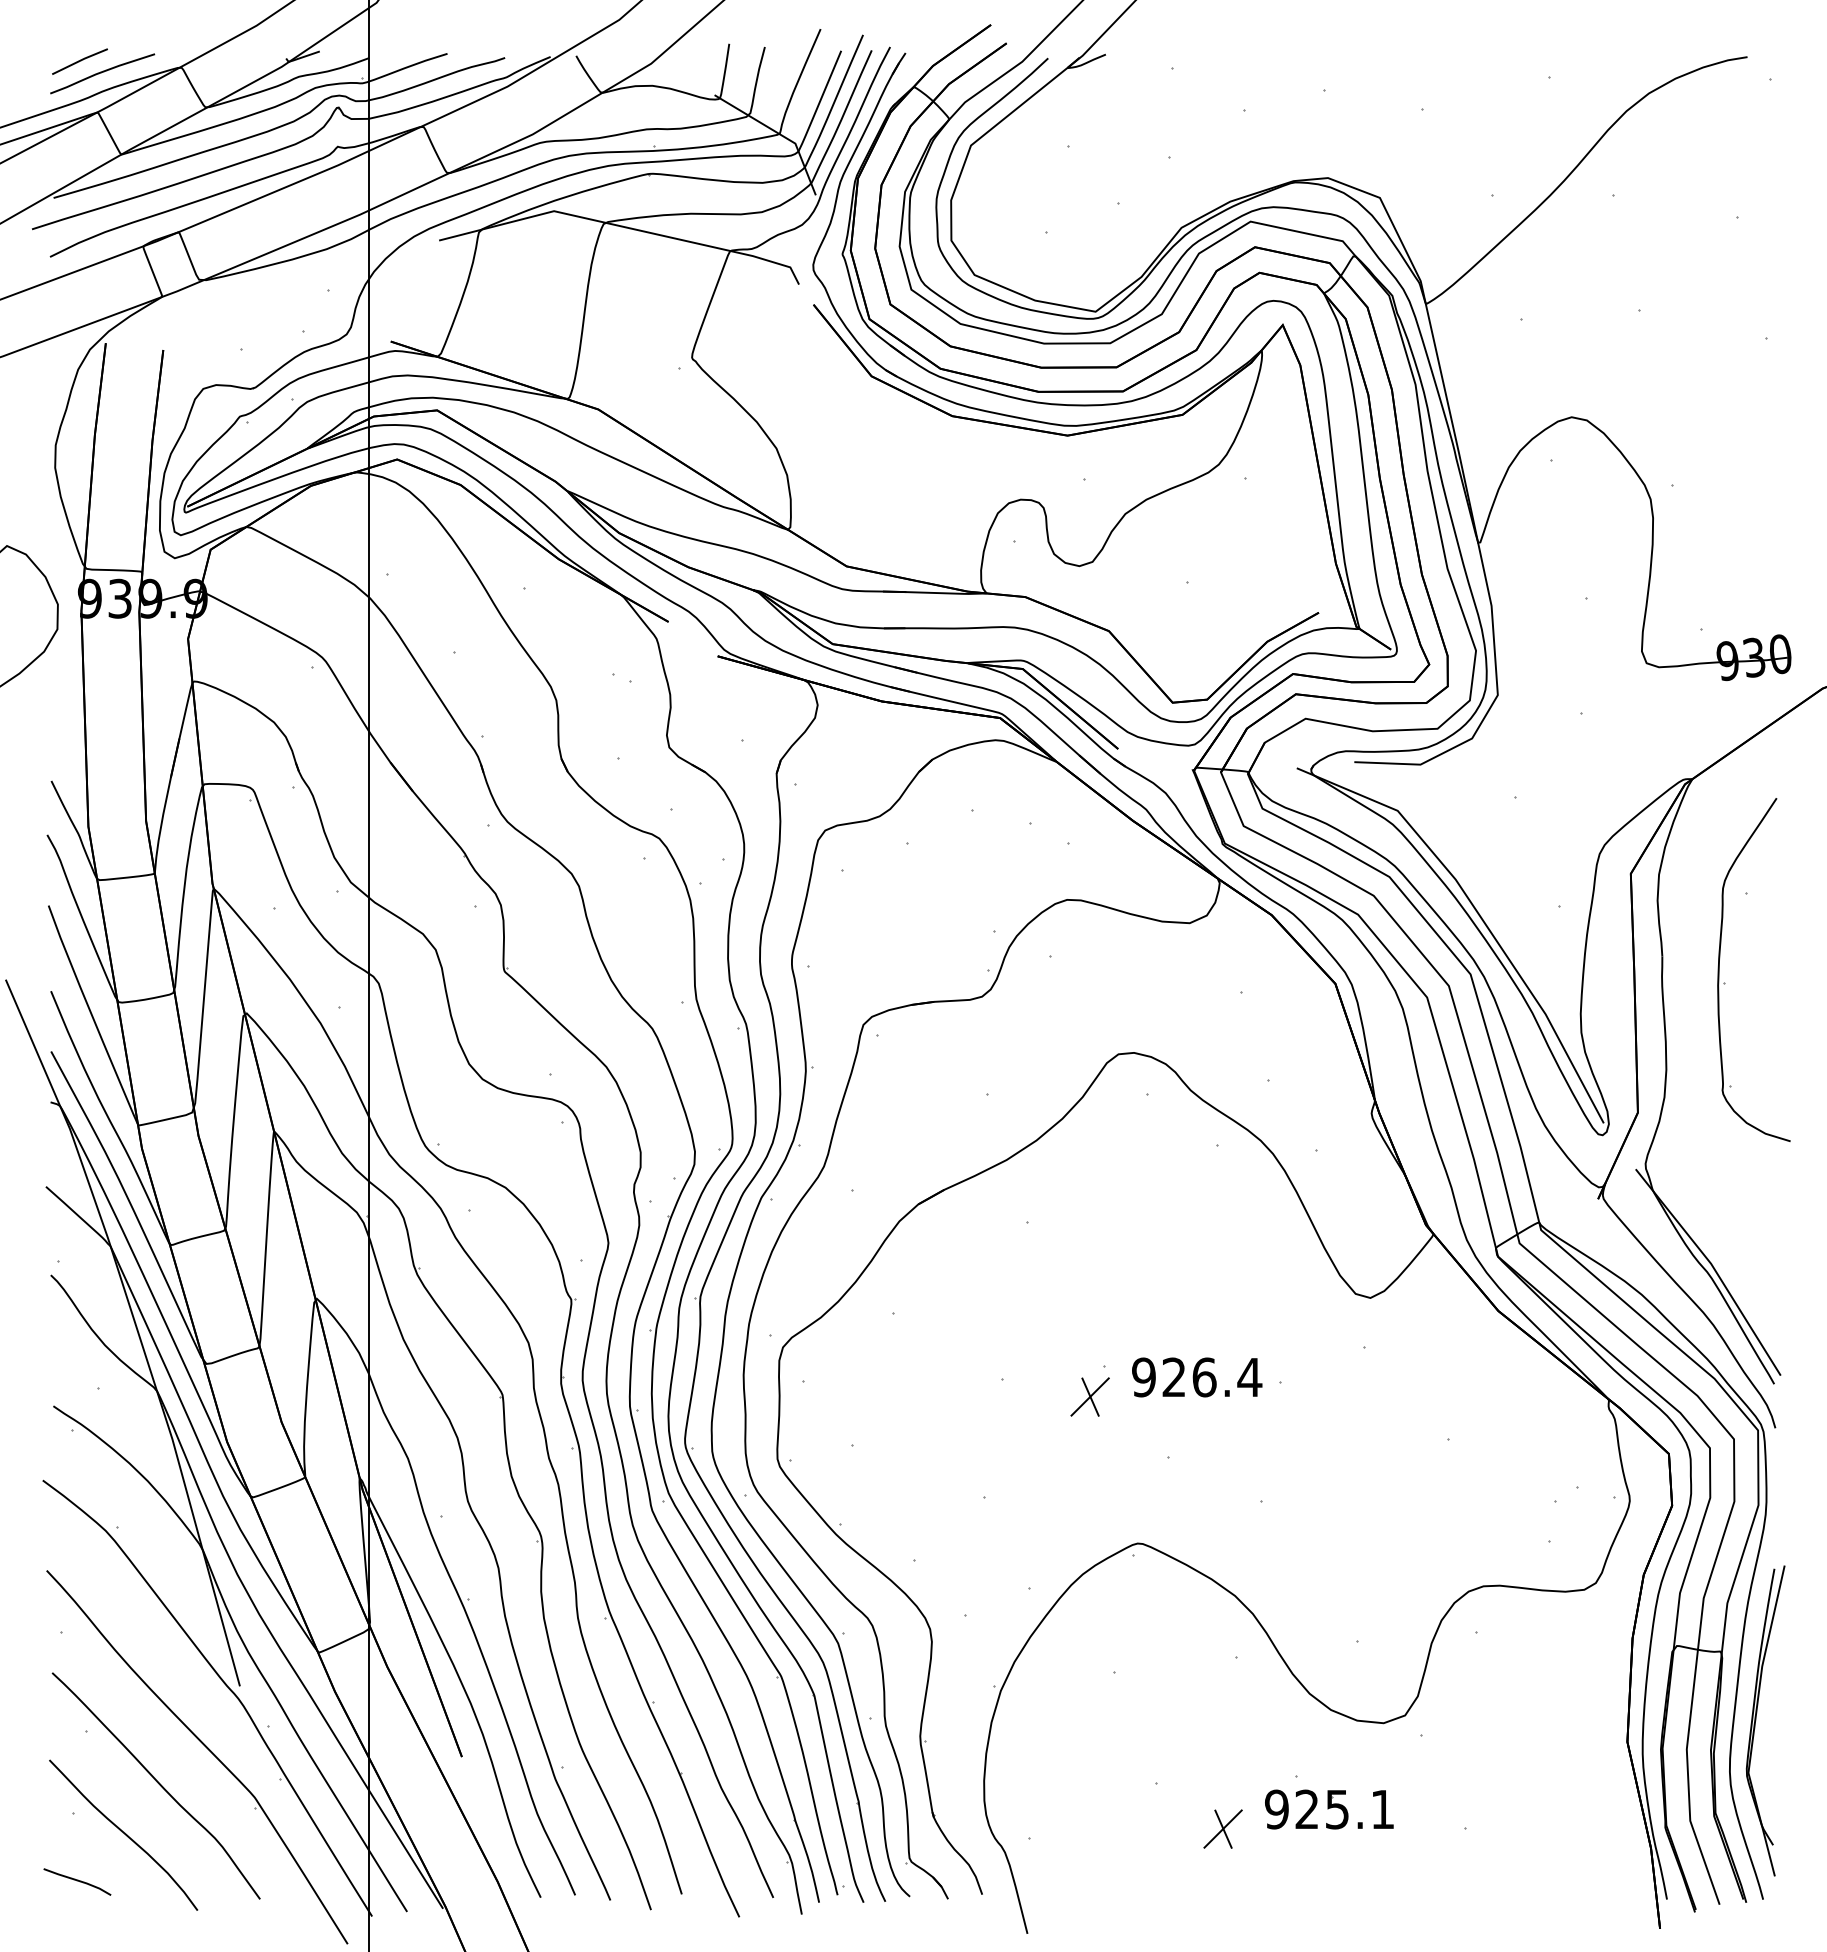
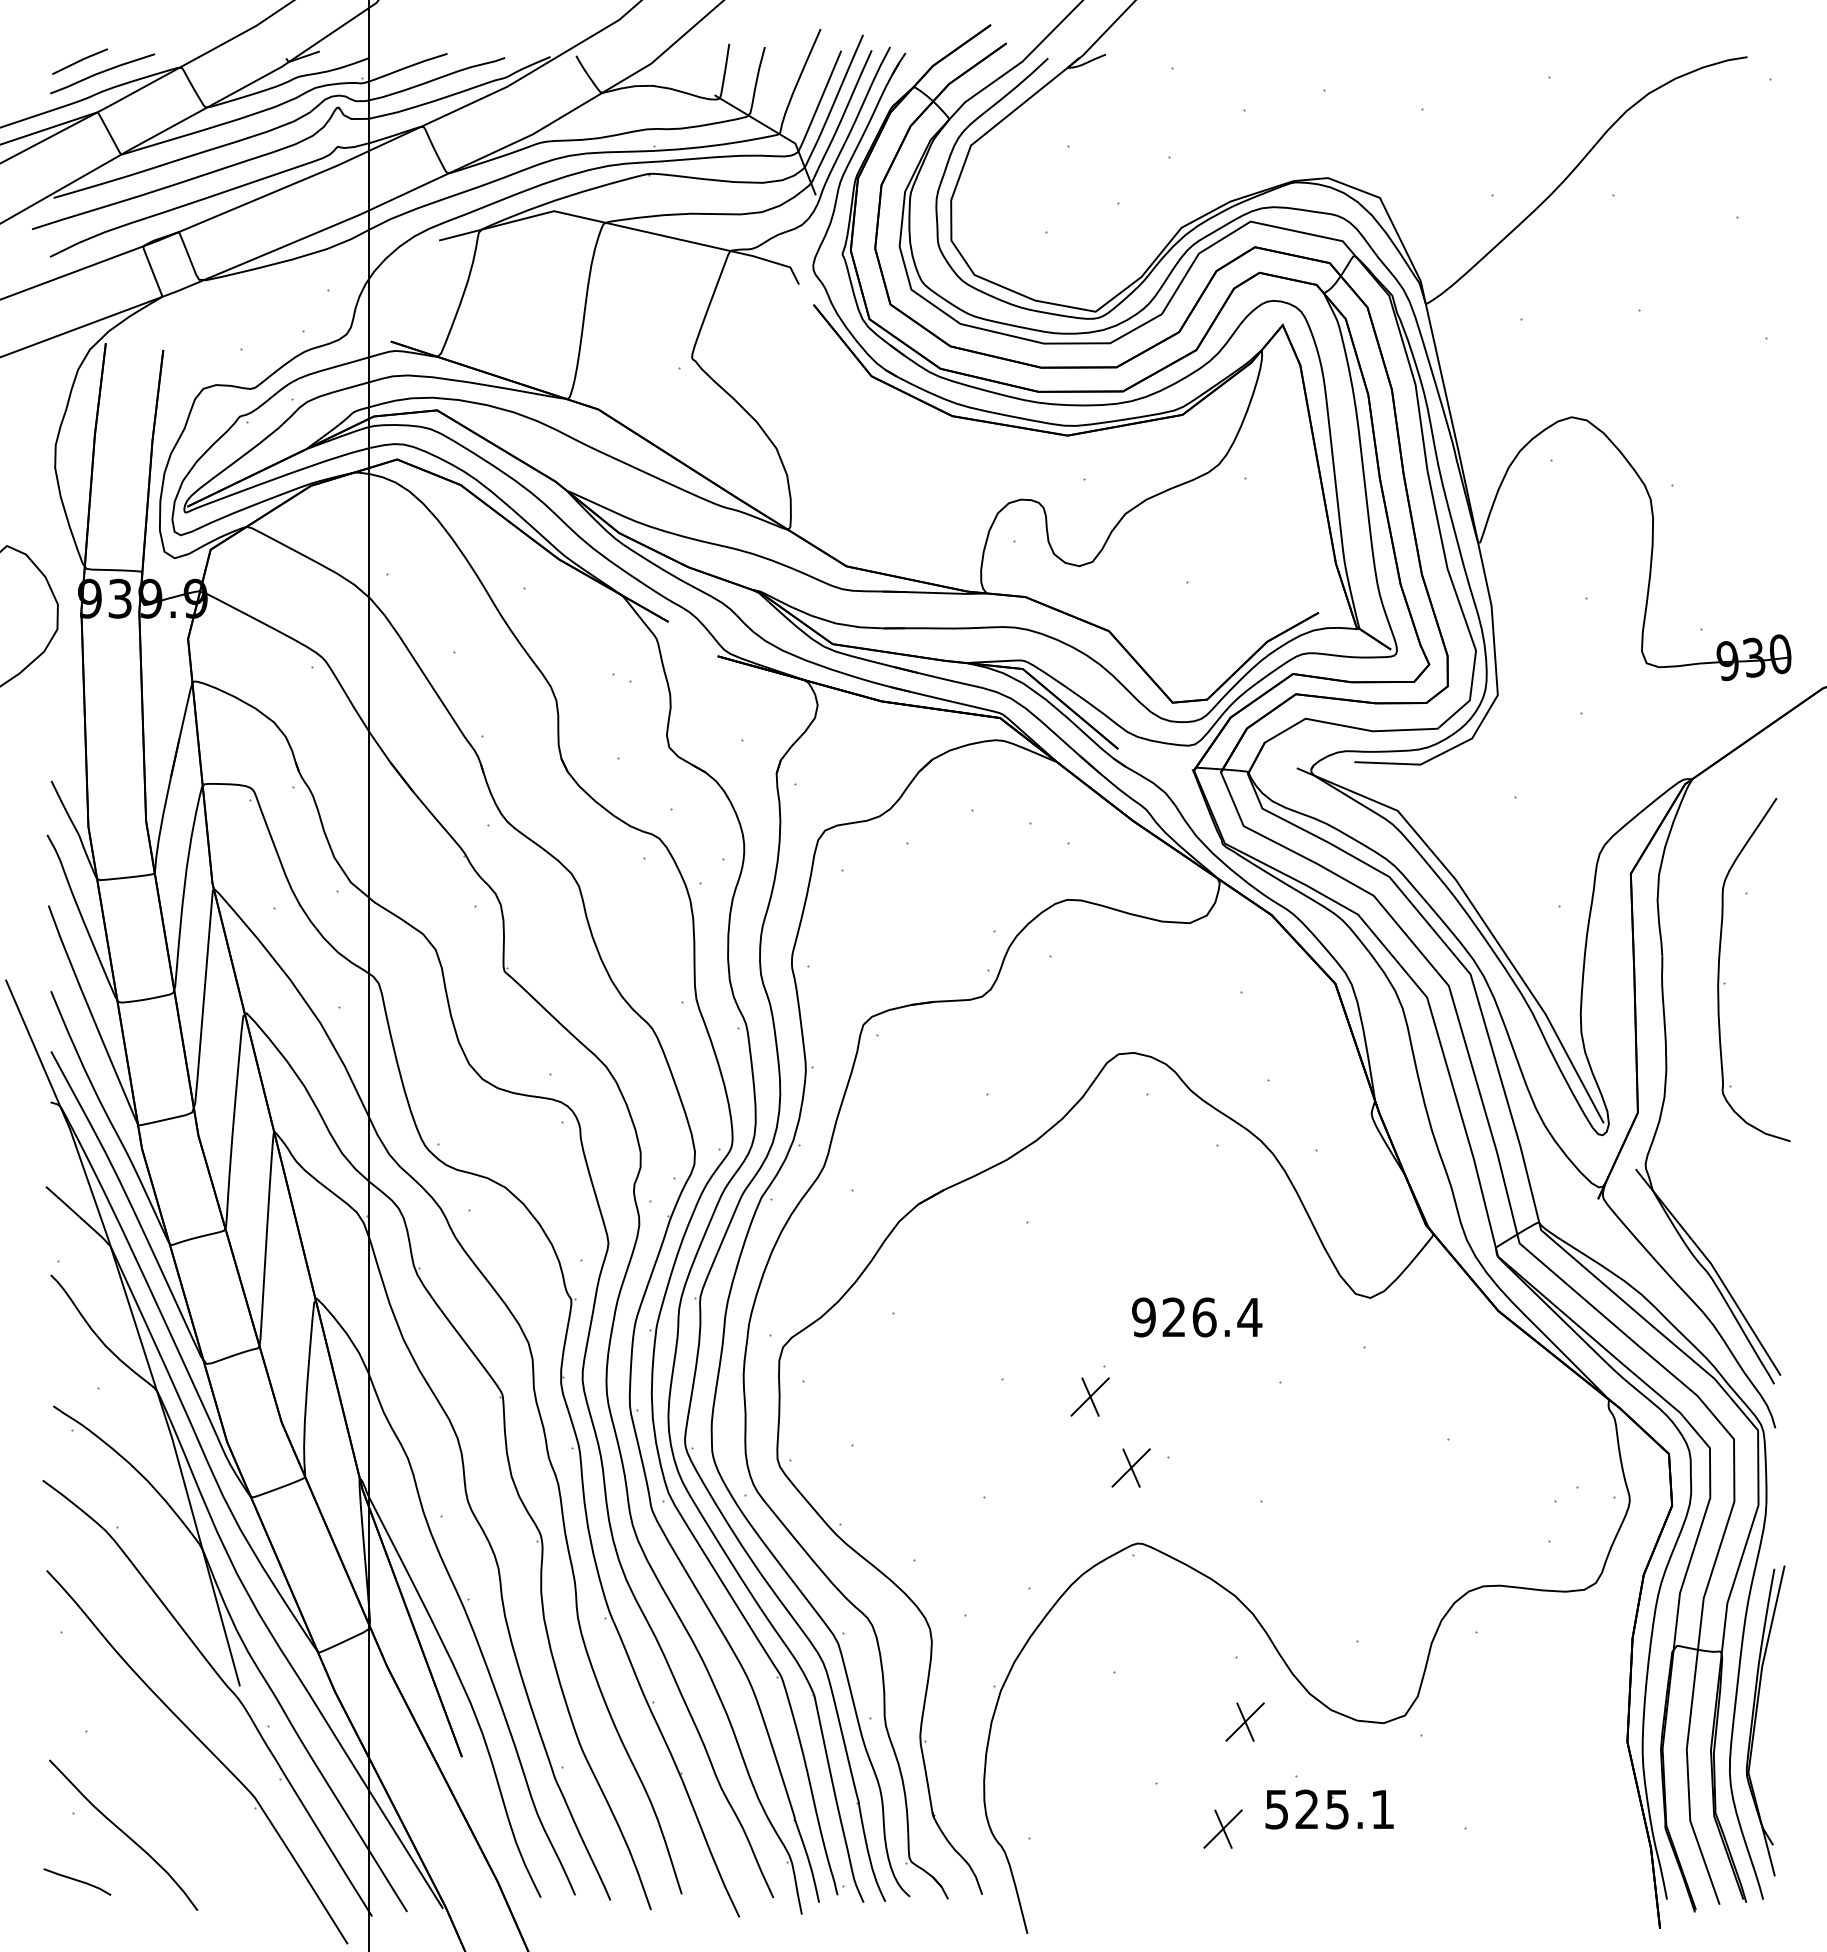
text at (1197, 1377) position: (1197, 1377) -> (1197, 1317)
part at (1130, 1467): none -> present
part at (1244, 1721): none -> present
curve at (157, 1783): present -> none
text at (1276, 1809): 925.1 -> 525.1
